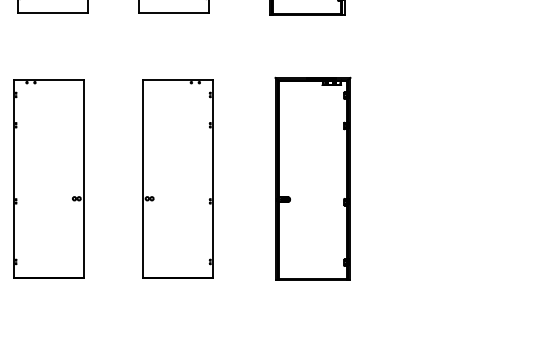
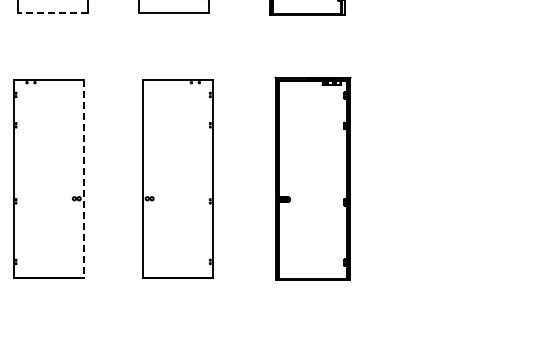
line at (52, 13): solid -> dashed
line at (83, 179): solid -> dashed
